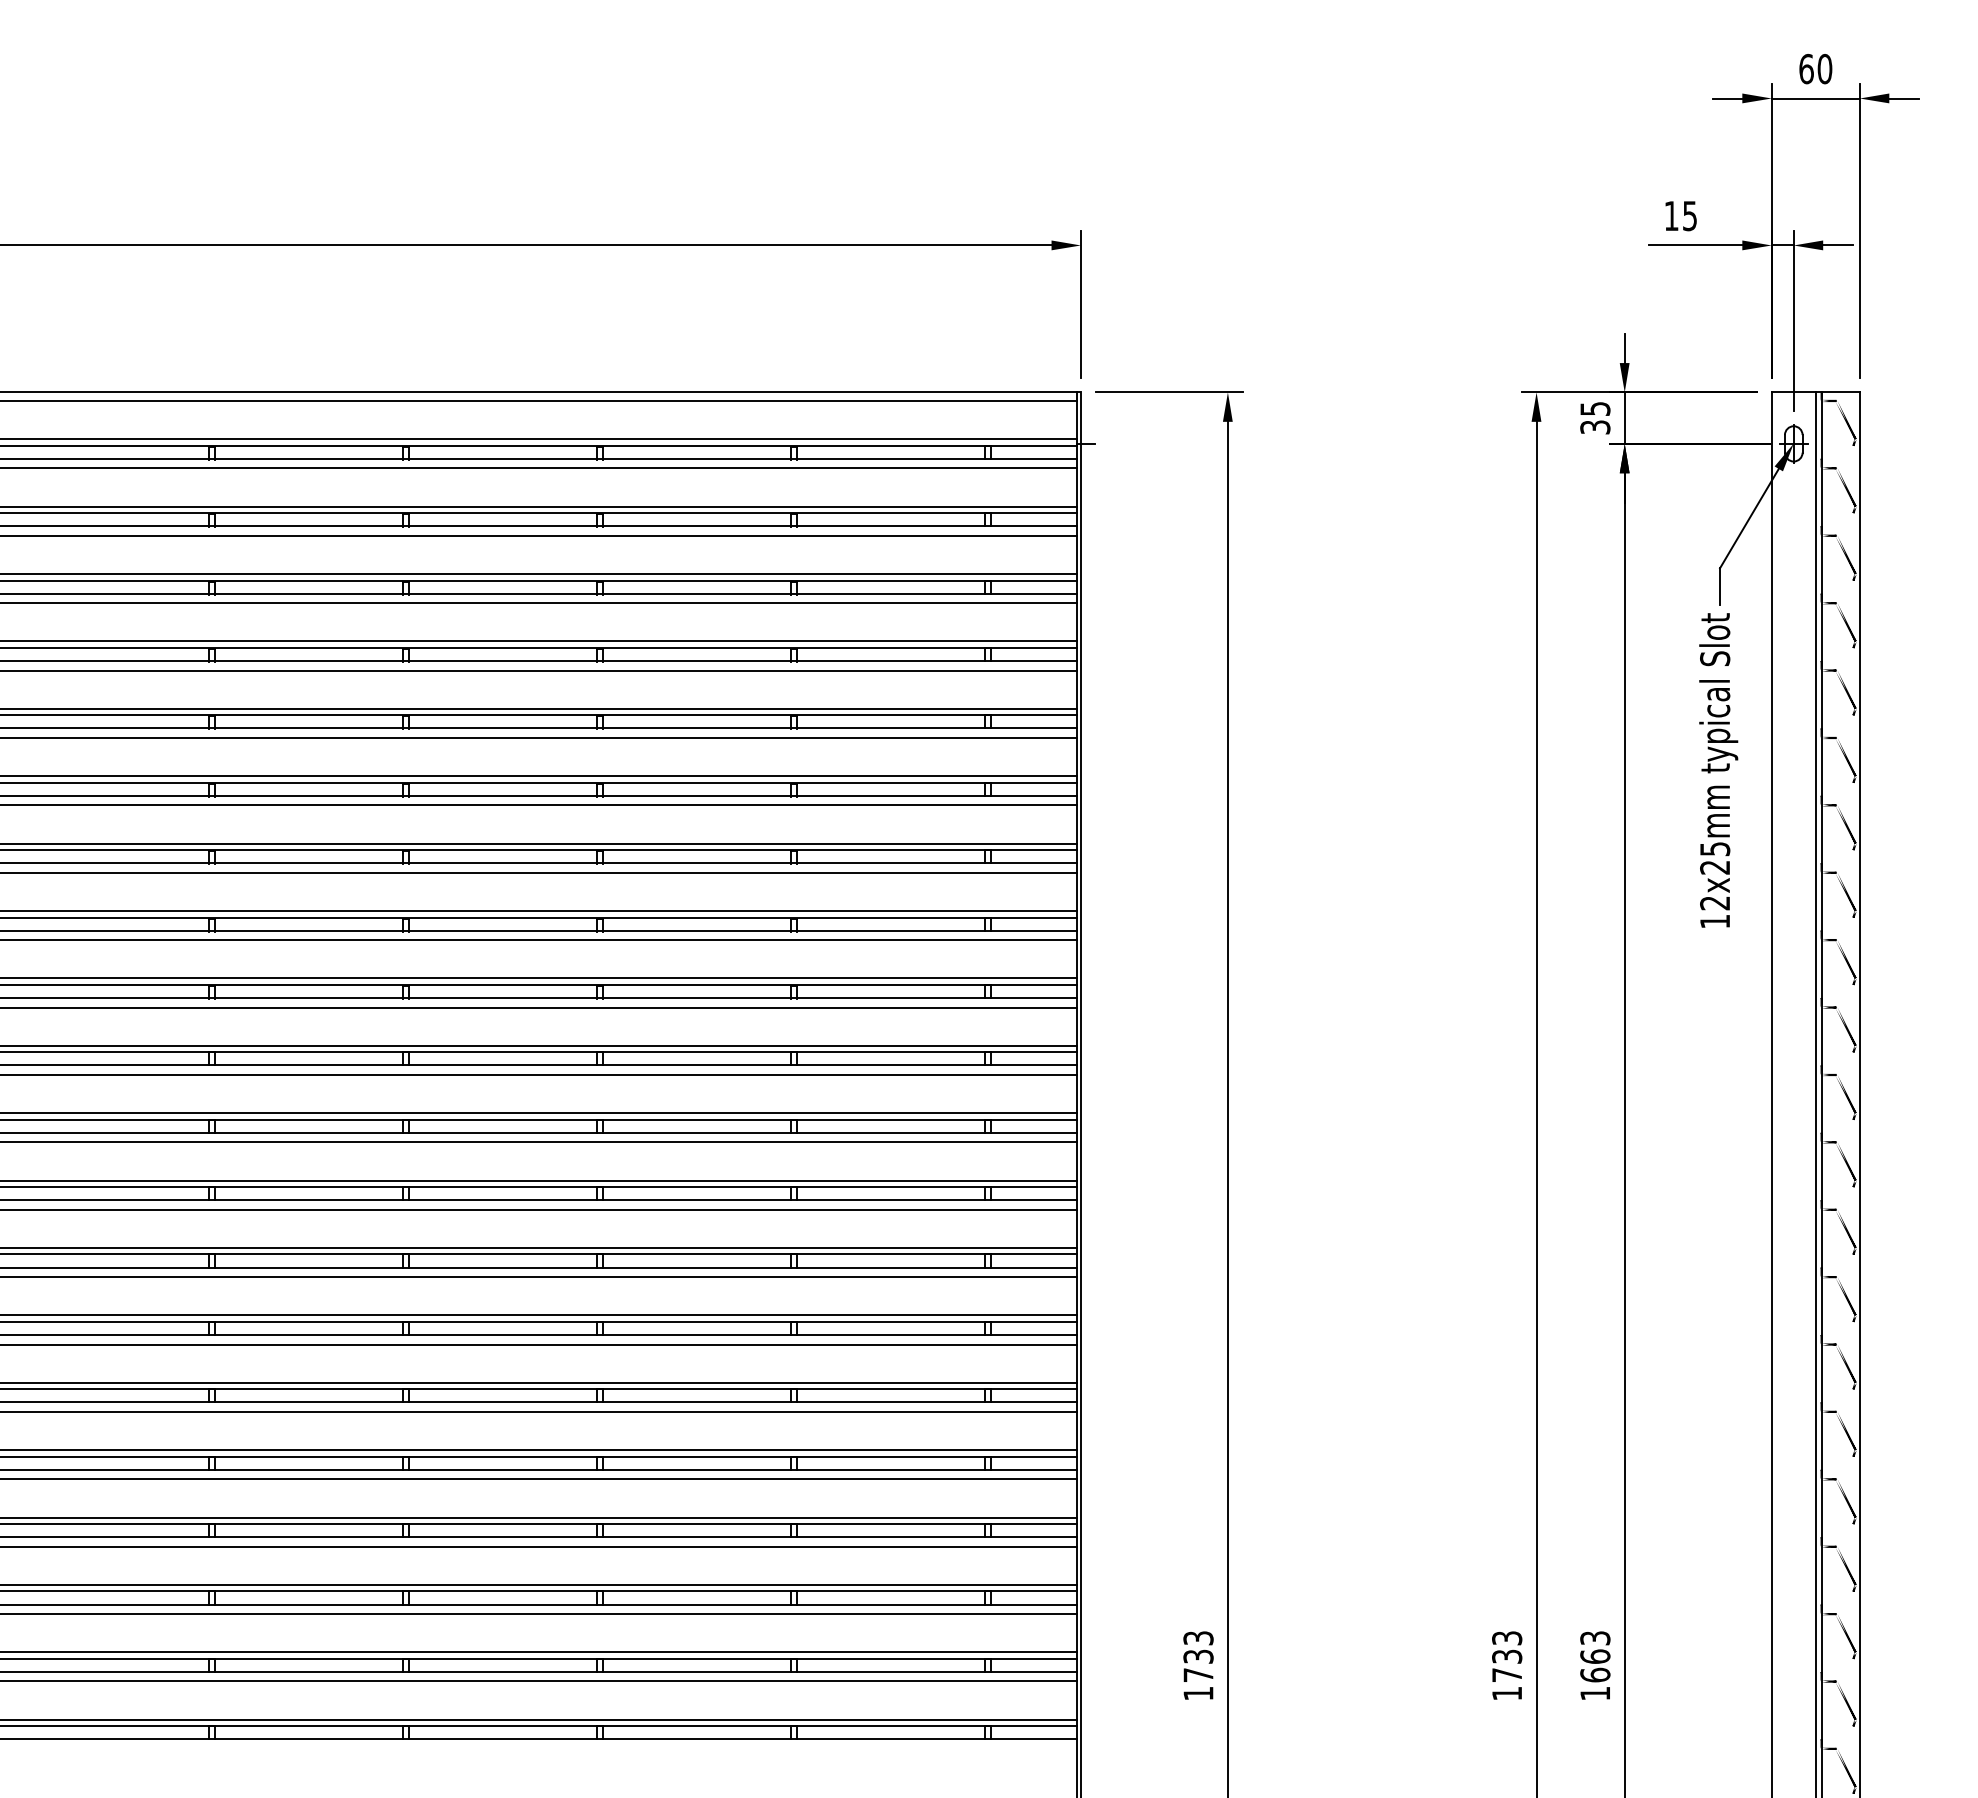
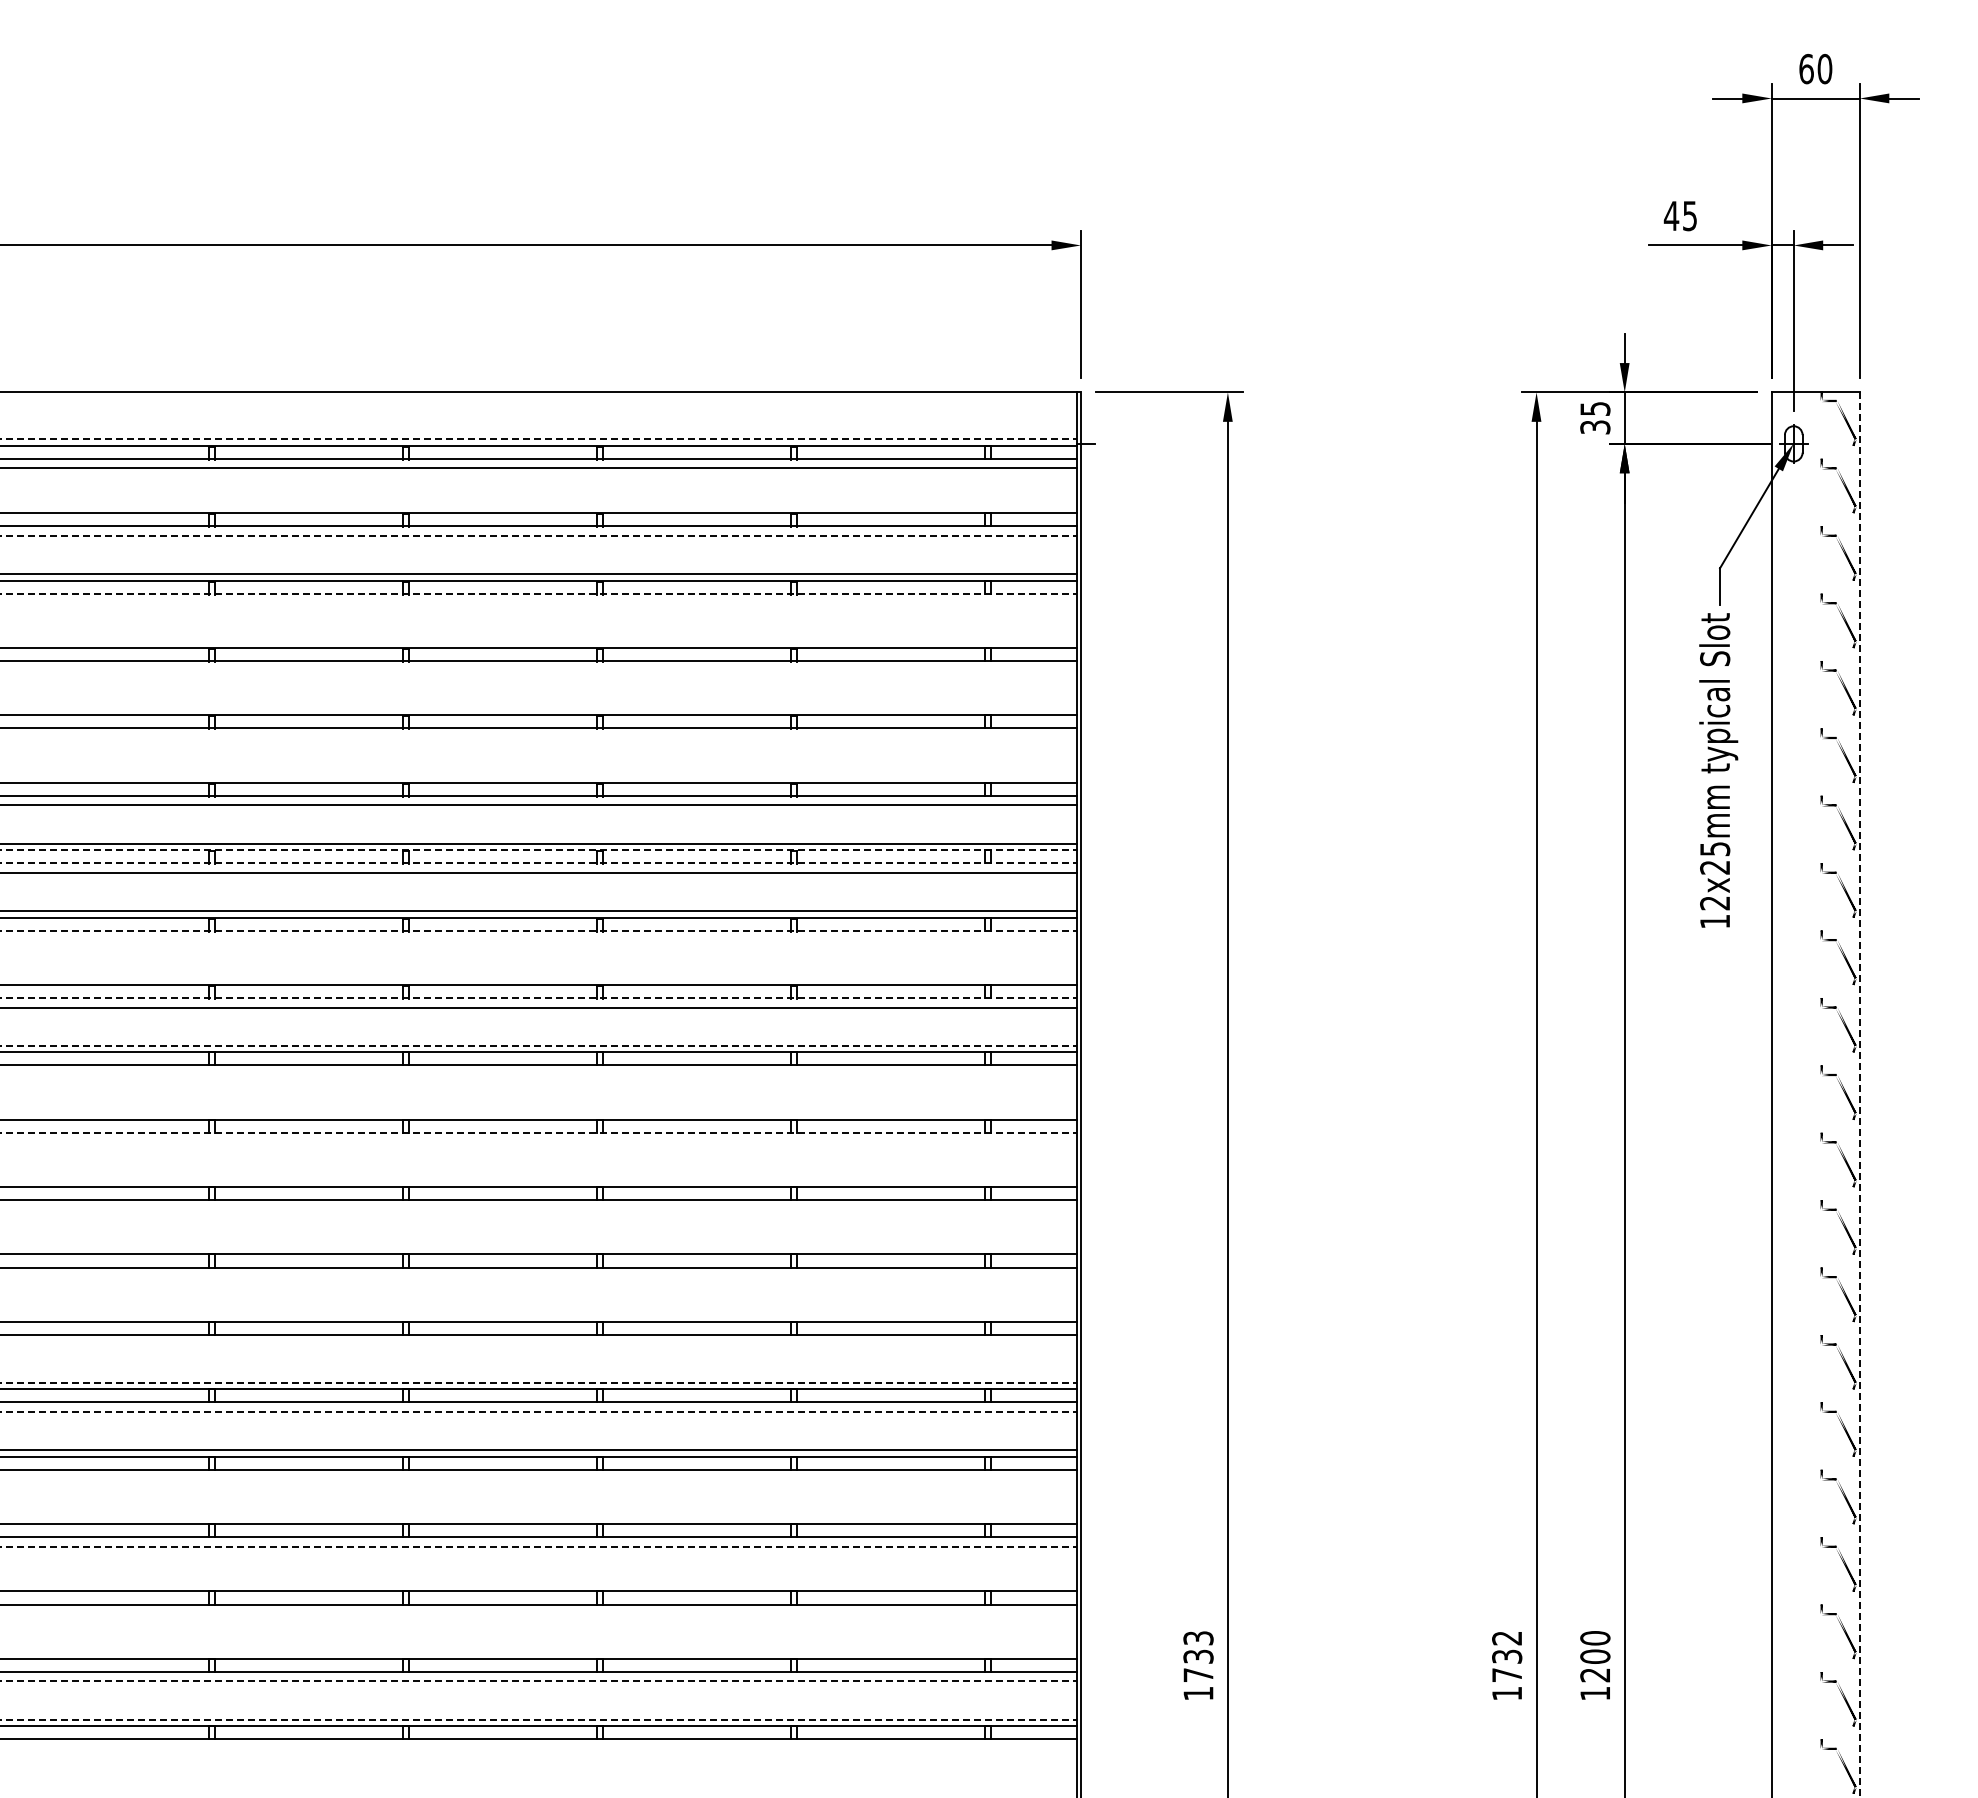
text at (1671, 215): 15 -> 45
line at (539, 400): present -> none
line at (538, 439): solid -> dashed
line at (539, 506): present -> none
line at (538, 535): solid -> dashed
line at (538, 593): solid -> dashed
line at (539, 603): present -> none
line at (539, 641): present -> none
line at (539, 670): present -> none
line at (539, 708): present -> none
line at (539, 737): present -> none
line at (539, 776): present -> none
line at (538, 850): solid -> dashed
line at (538, 863): solid -> dashed
line at (538, 930): solid -> dashed
line at (539, 940): present -> none
line at (539, 978): present -> none
line at (538, 997): solid -> dashed
line at (538, 1045): solid -> dashed
line at (539, 1074): present -> none
line at (1815, 1093): present -> none
line at (1821, 1093): present -> none
line at (1859, 1095): solid -> dashed
line at (539, 1113): present -> none
line at (538, 1132): solid -> dashed
line at (539, 1142): present -> none
line at (539, 1180): present -> none
line at (539, 1209): present -> none
line at (539, 1247): present -> none
line at (539, 1277): present -> none
line at (539, 1315): present -> none
line at (539, 1344): present -> none
line at (538, 1382): solid -> dashed
line at (538, 1411): solid -> dashed
line at (539, 1479): present -> none
line at (539, 1517): present -> none
line at (538, 1546): solid -> dashed
line at (539, 1584): present -> none
line at (539, 1614): present -> none
text at (1507, 1638): 1733 -> 1732
line at (539, 1652): present -> none
text at (1595, 1656): 1663 -> 1200
line at (538, 1681): solid -> dashed
line at (538, 1719): solid -> dashed
